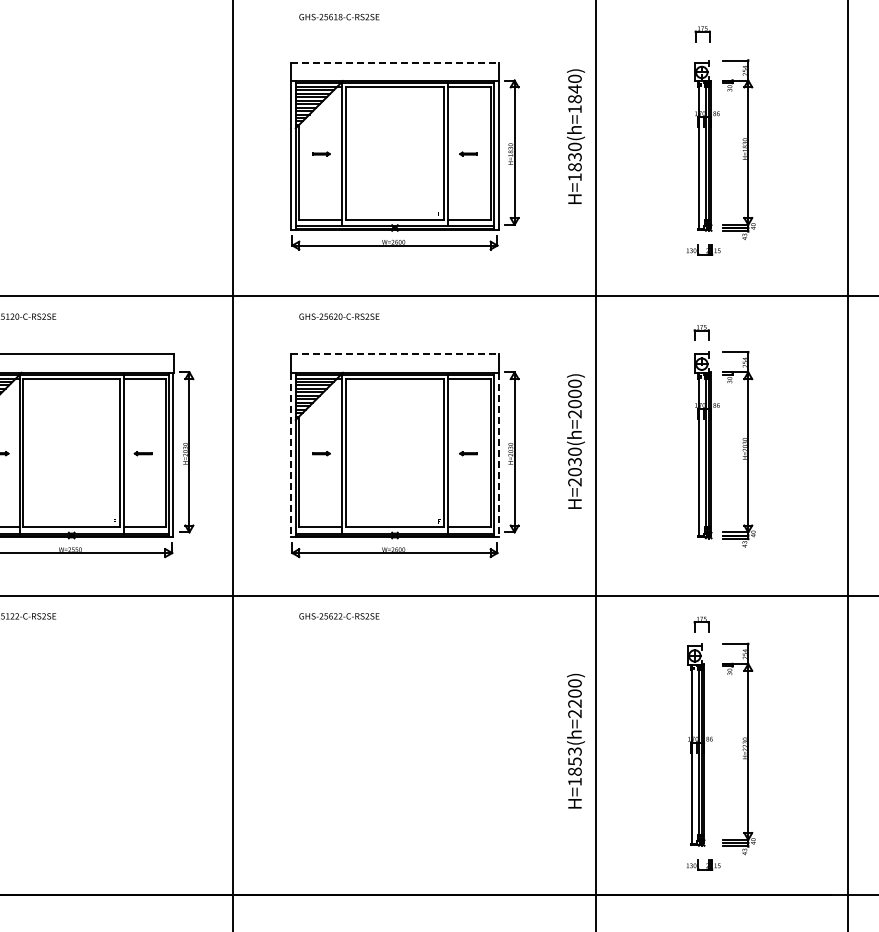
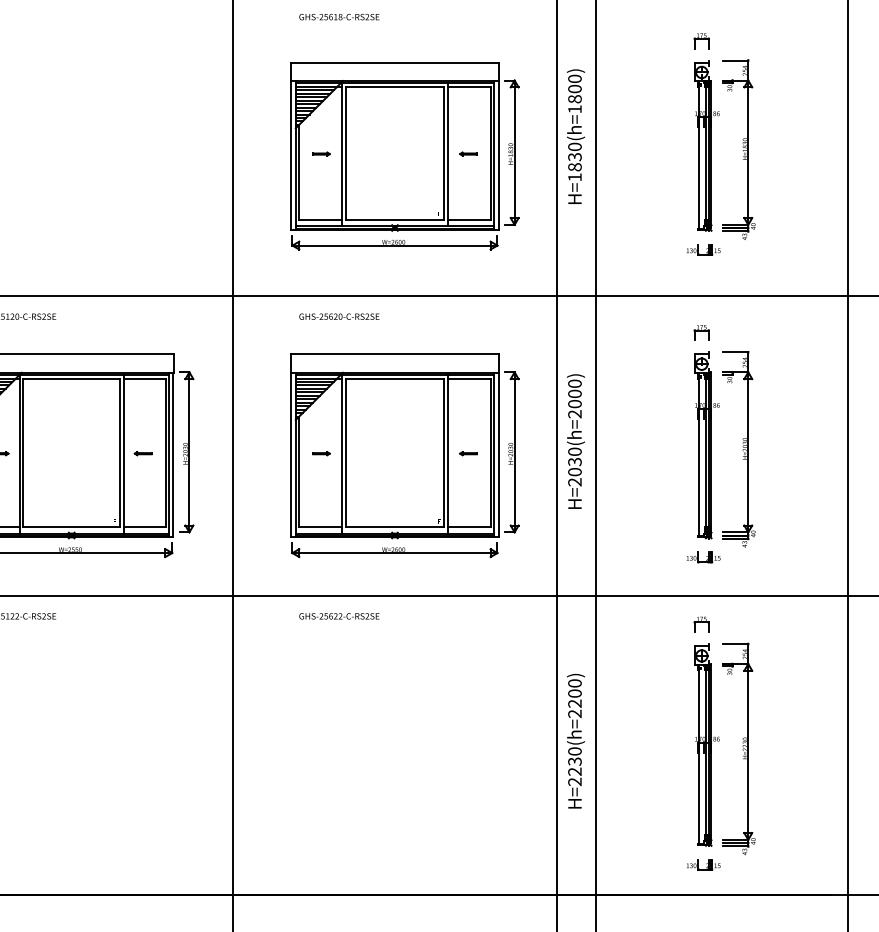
part at (702, 34) position: (702, 34) -> (701, 41)
line at (394, 62): dashed -> solid
text at (574, 88): H=1830(h=1840) -> H=1830(h=1800)
line at (394, 354): dashed -> solid
line at (291, 455): dashed -> solid
line at (498, 455): dashed -> solid
line at (556, 465): none -> present
part at (703, 557): none -> present
part at (699, 744) position: (699, 744) -> (706, 744)
text at (574, 766): H=1853(h=2200) -> H=2230(h=2200)
